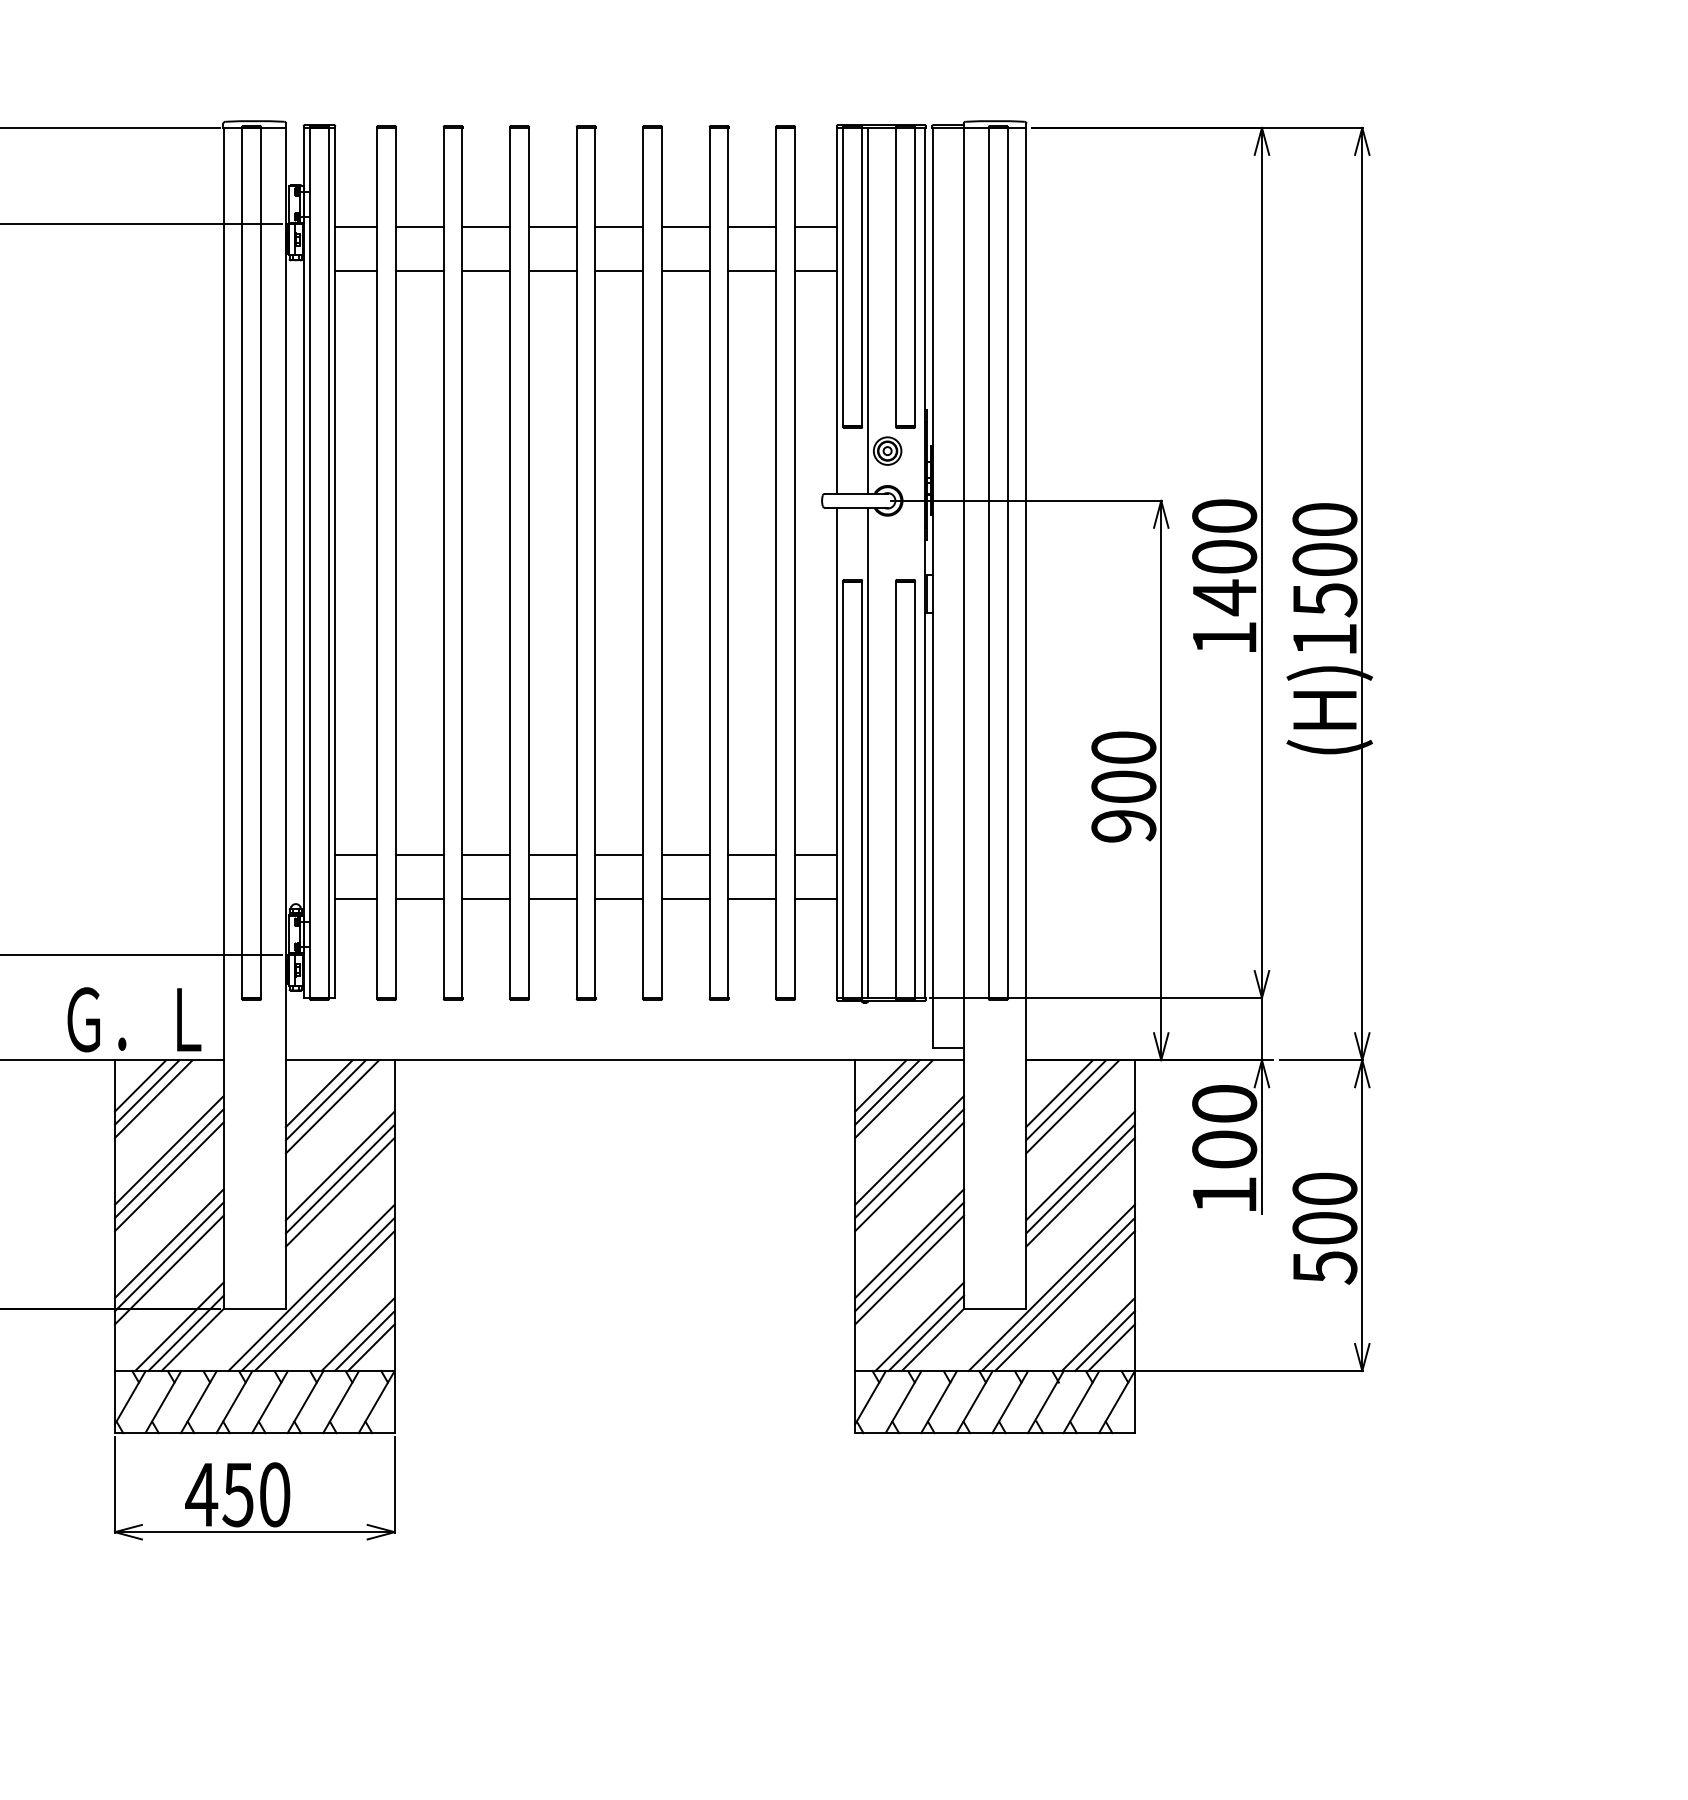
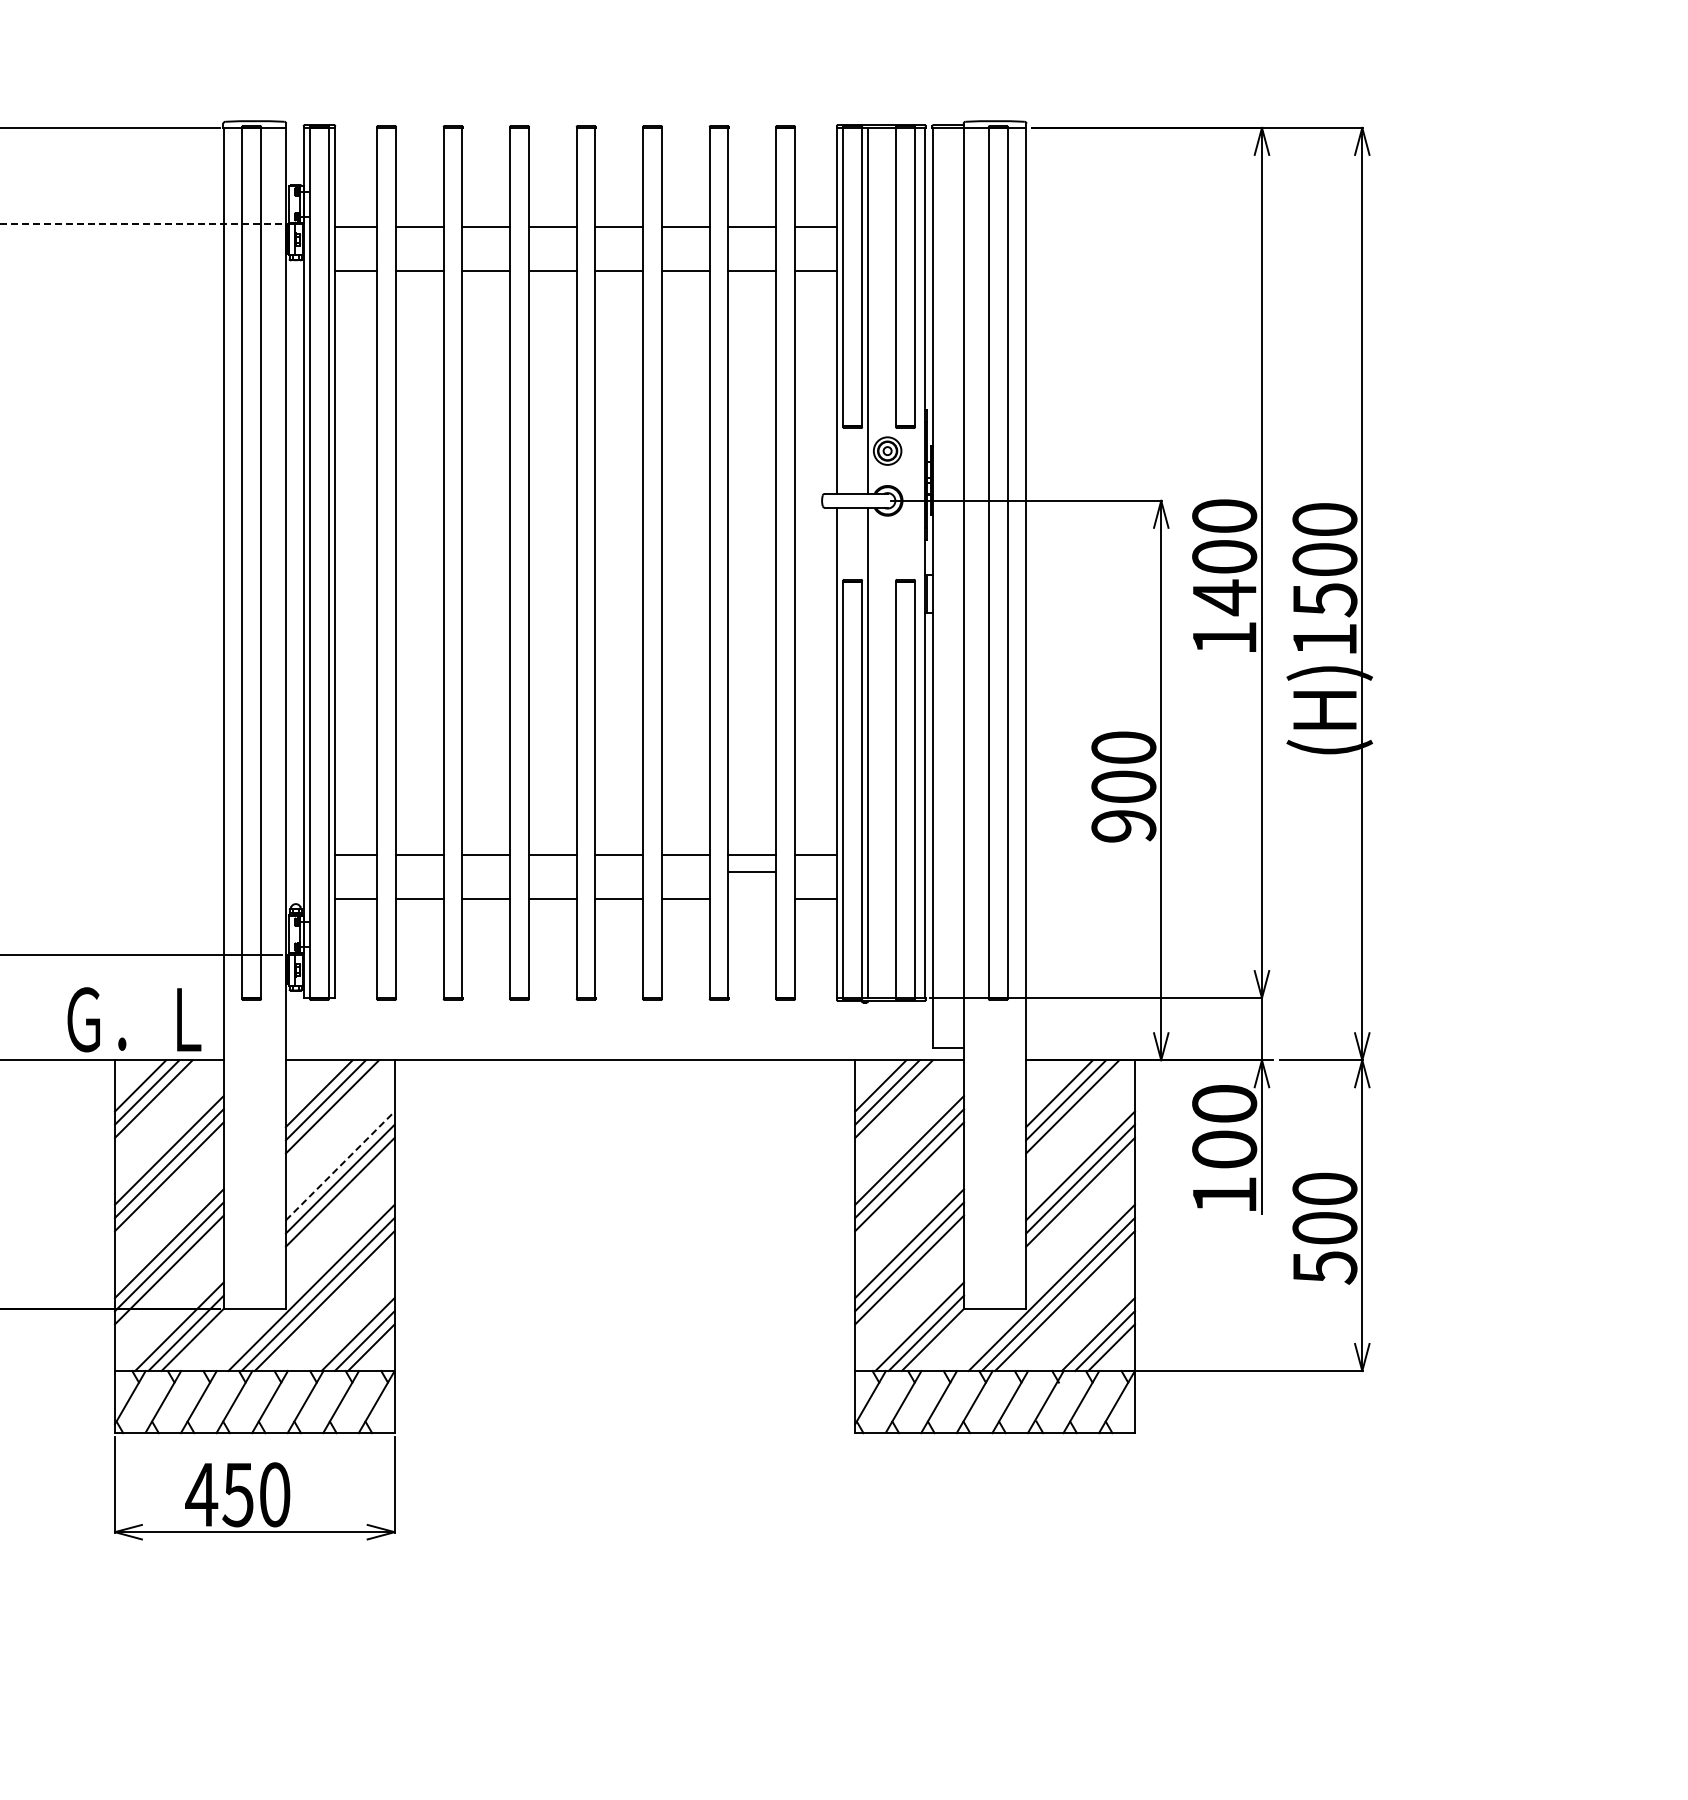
line at (141, 224): solid -> dashed
line at (752, 898) position: (752, 898) -> (752, 871)
line at (340, 1165): solid -> dashed
